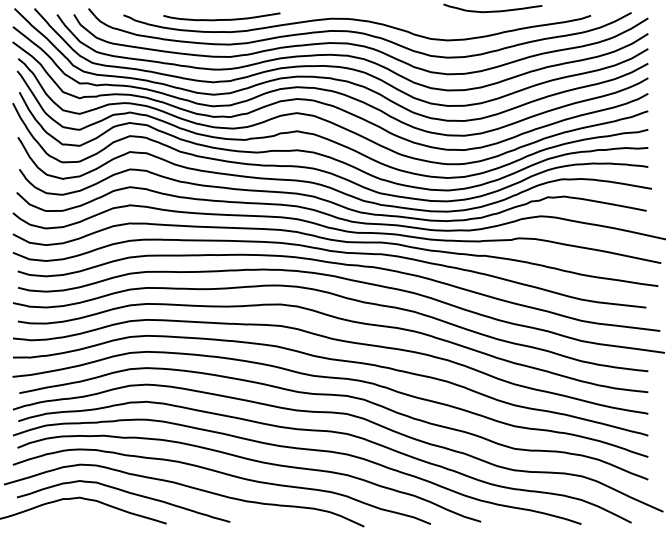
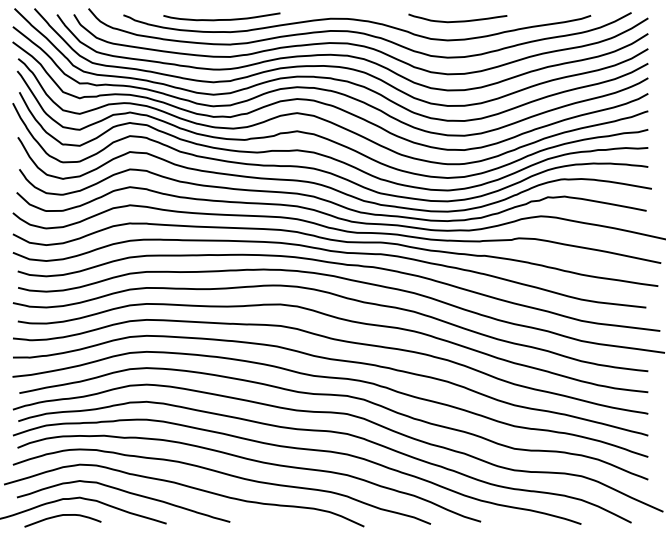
curve at (492, 10) position: (492, 10) -> (457, 20)
curve at (61, 516): none -> present
